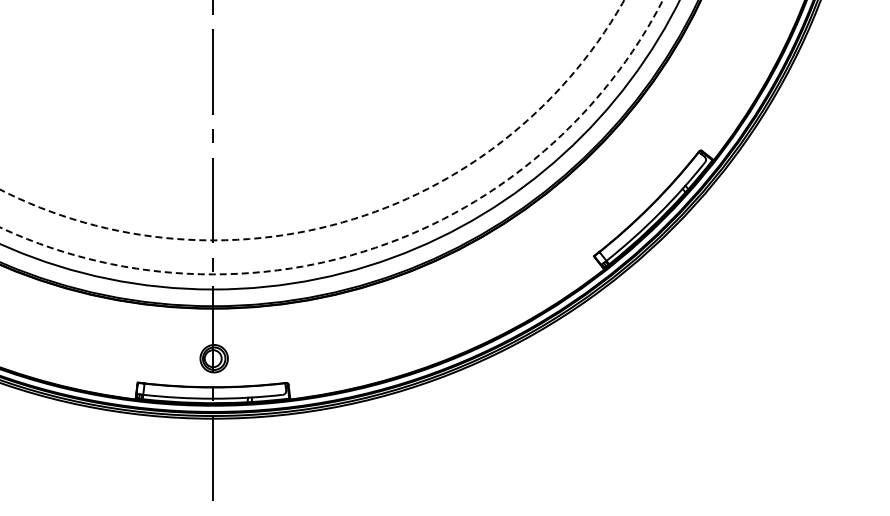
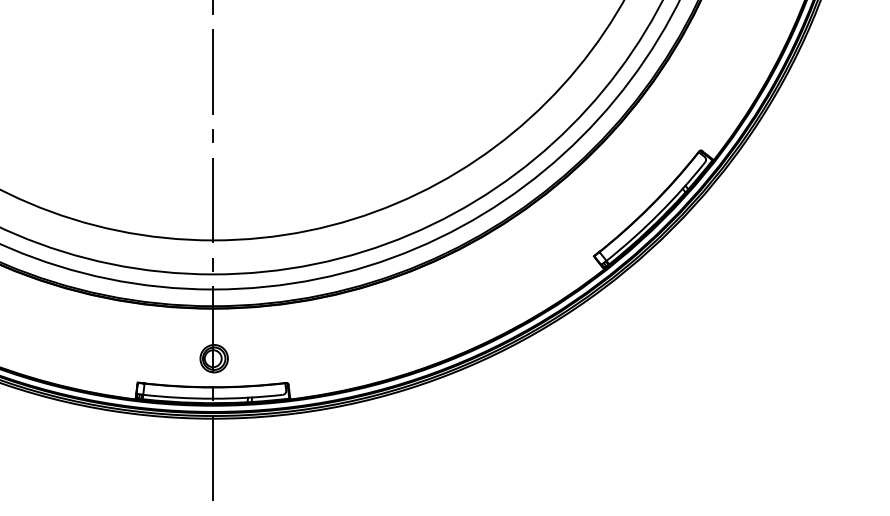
circle at (312, 120): dashed -> solid
circle at (331, 137): dashed -> solid
